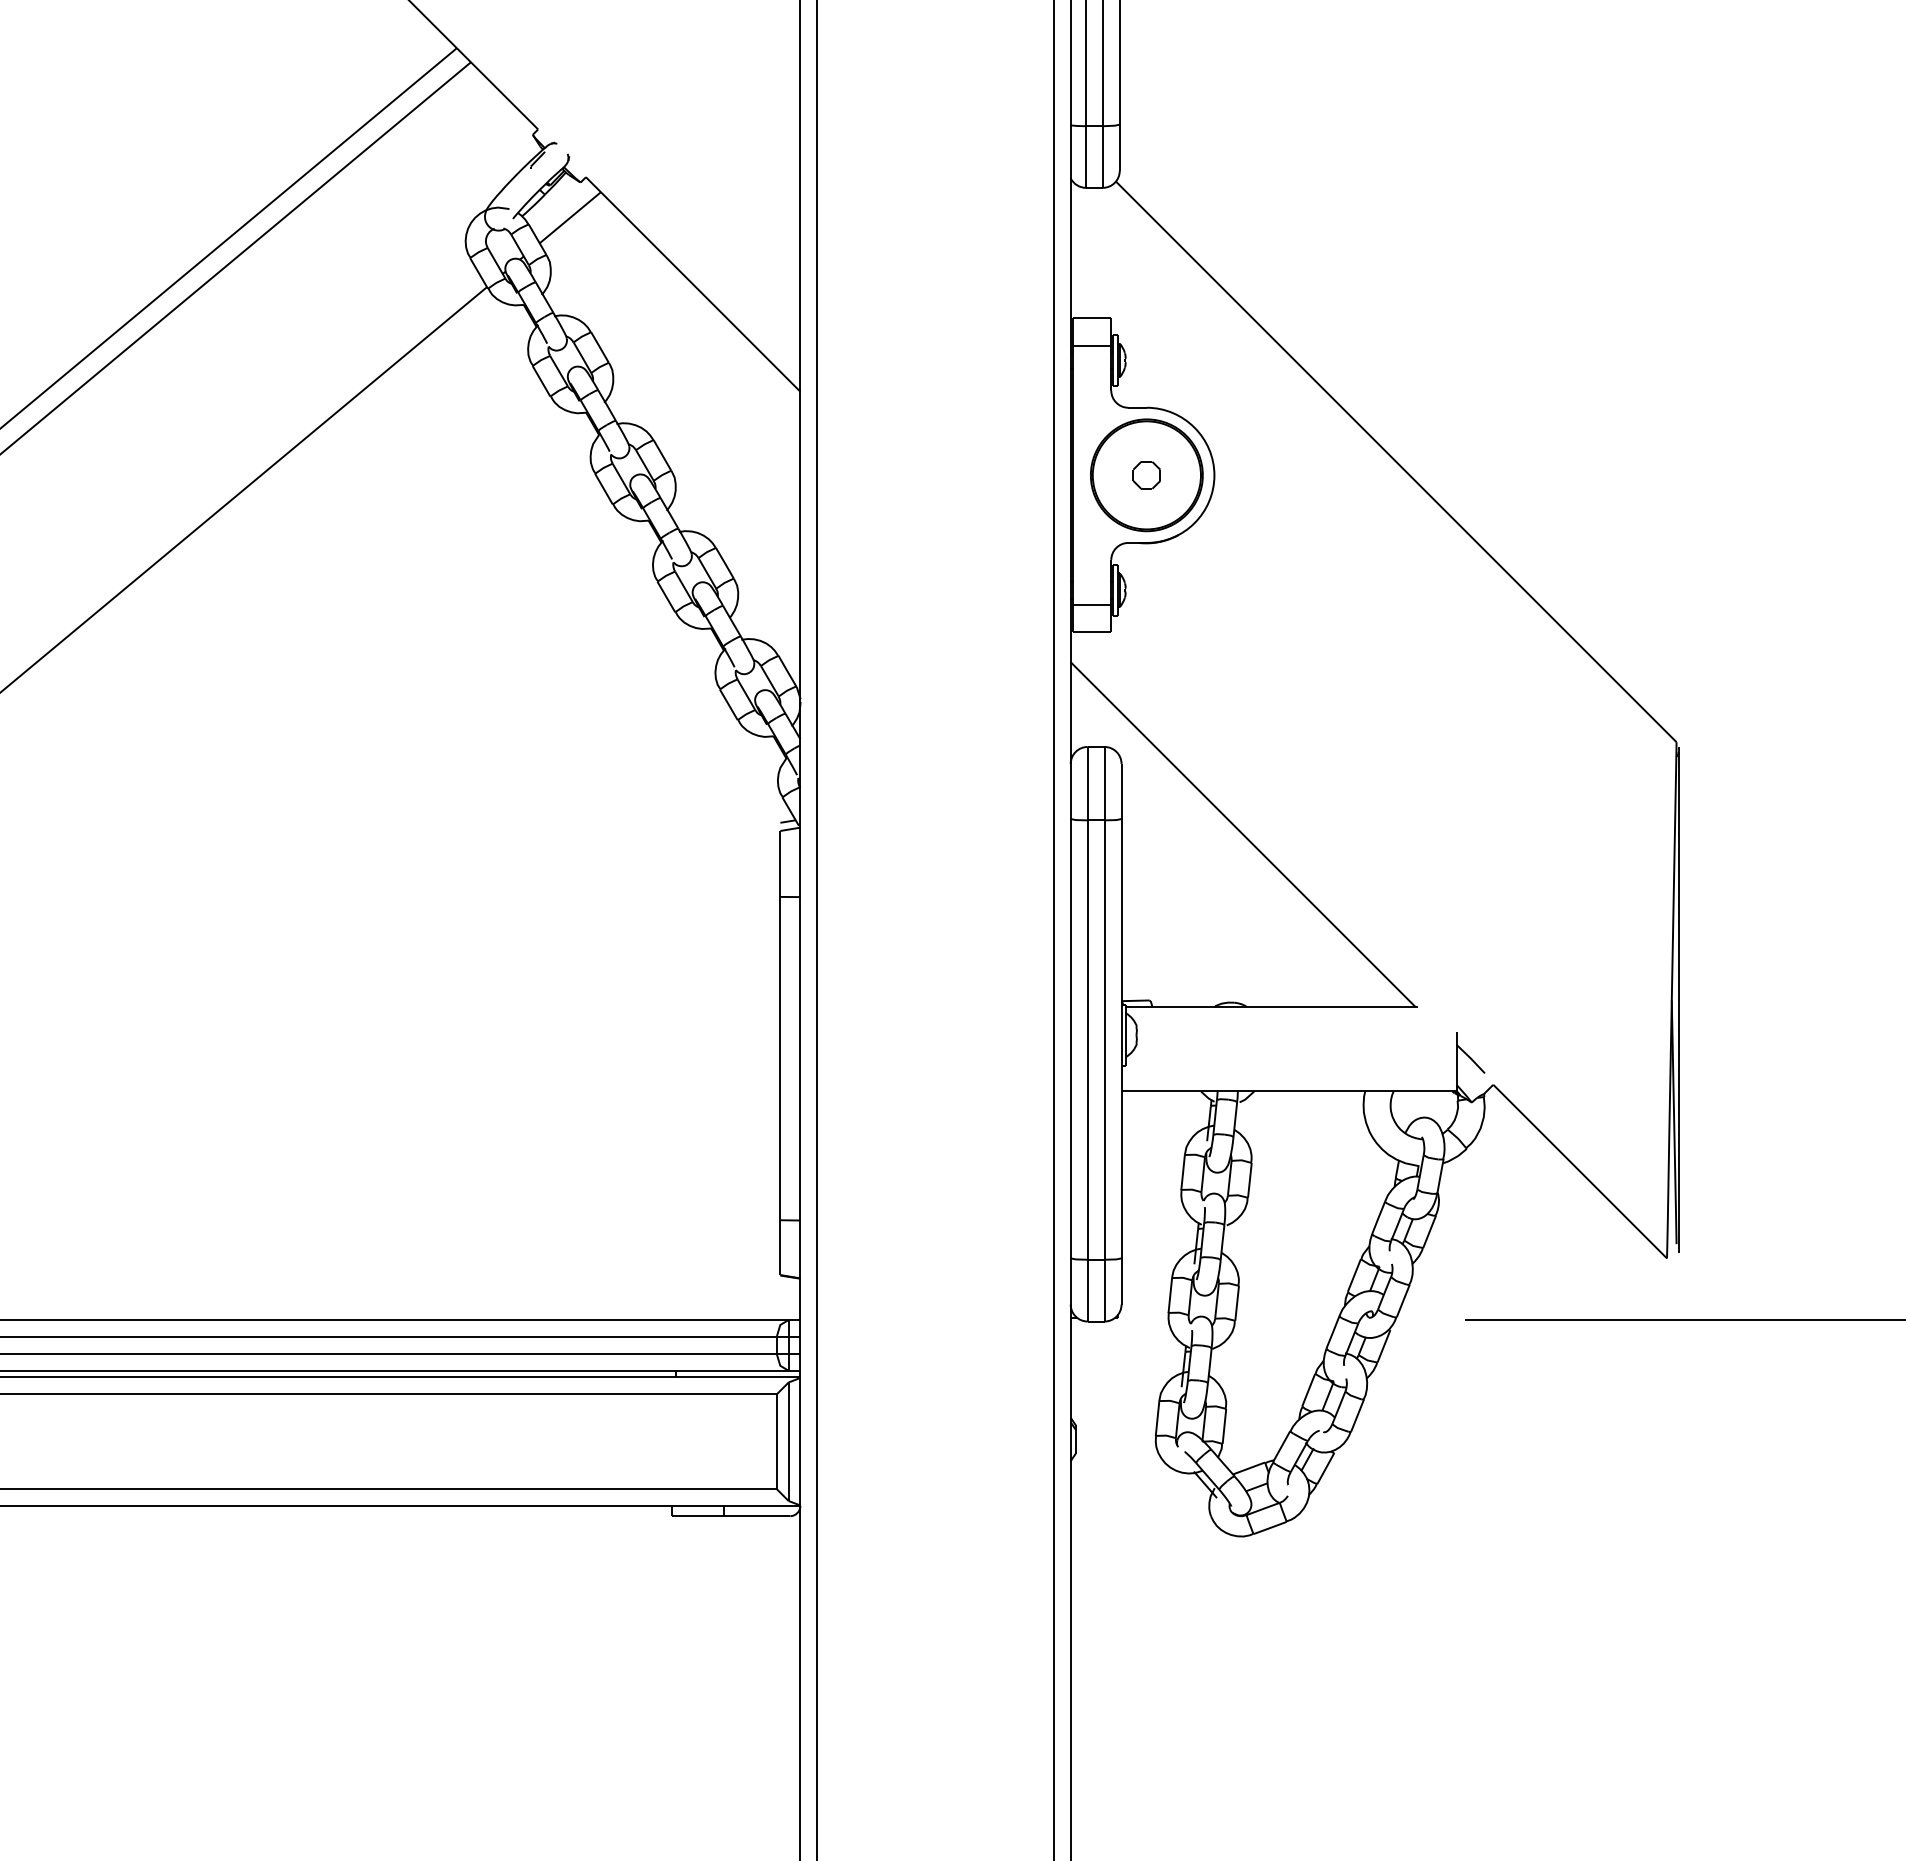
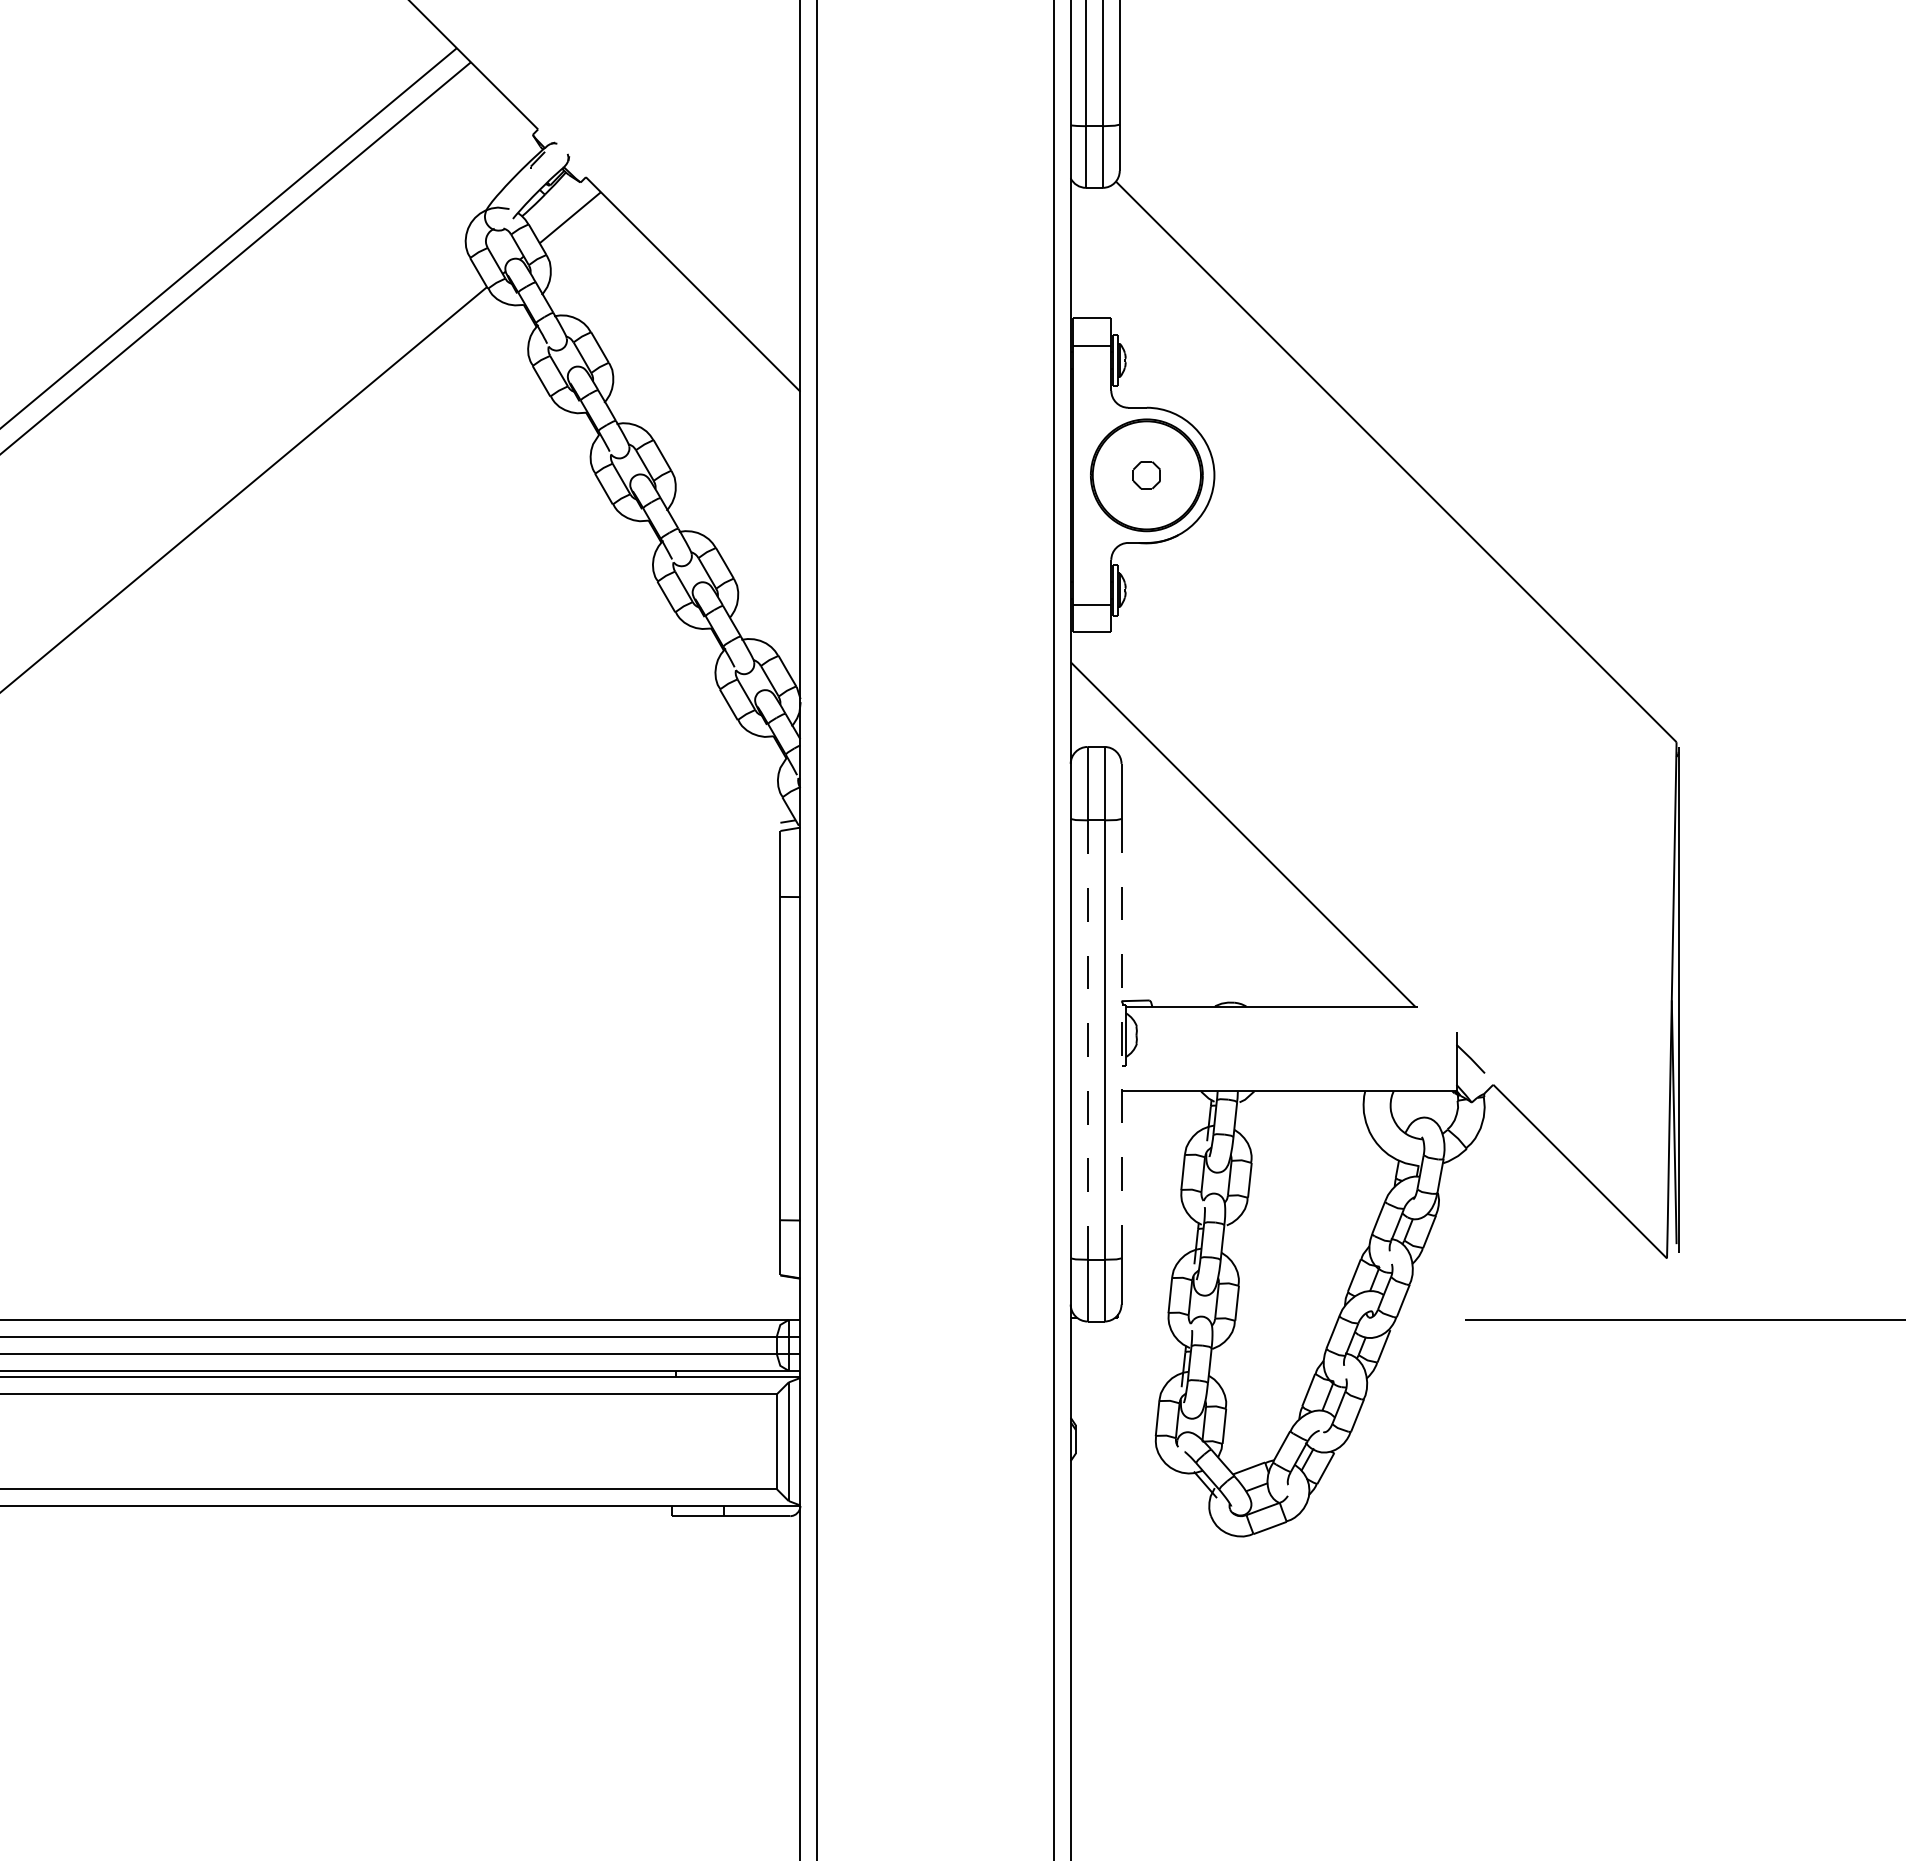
line at (1121, 1038): solid -> dashed
line at (1087, 1040): solid -> dashed
